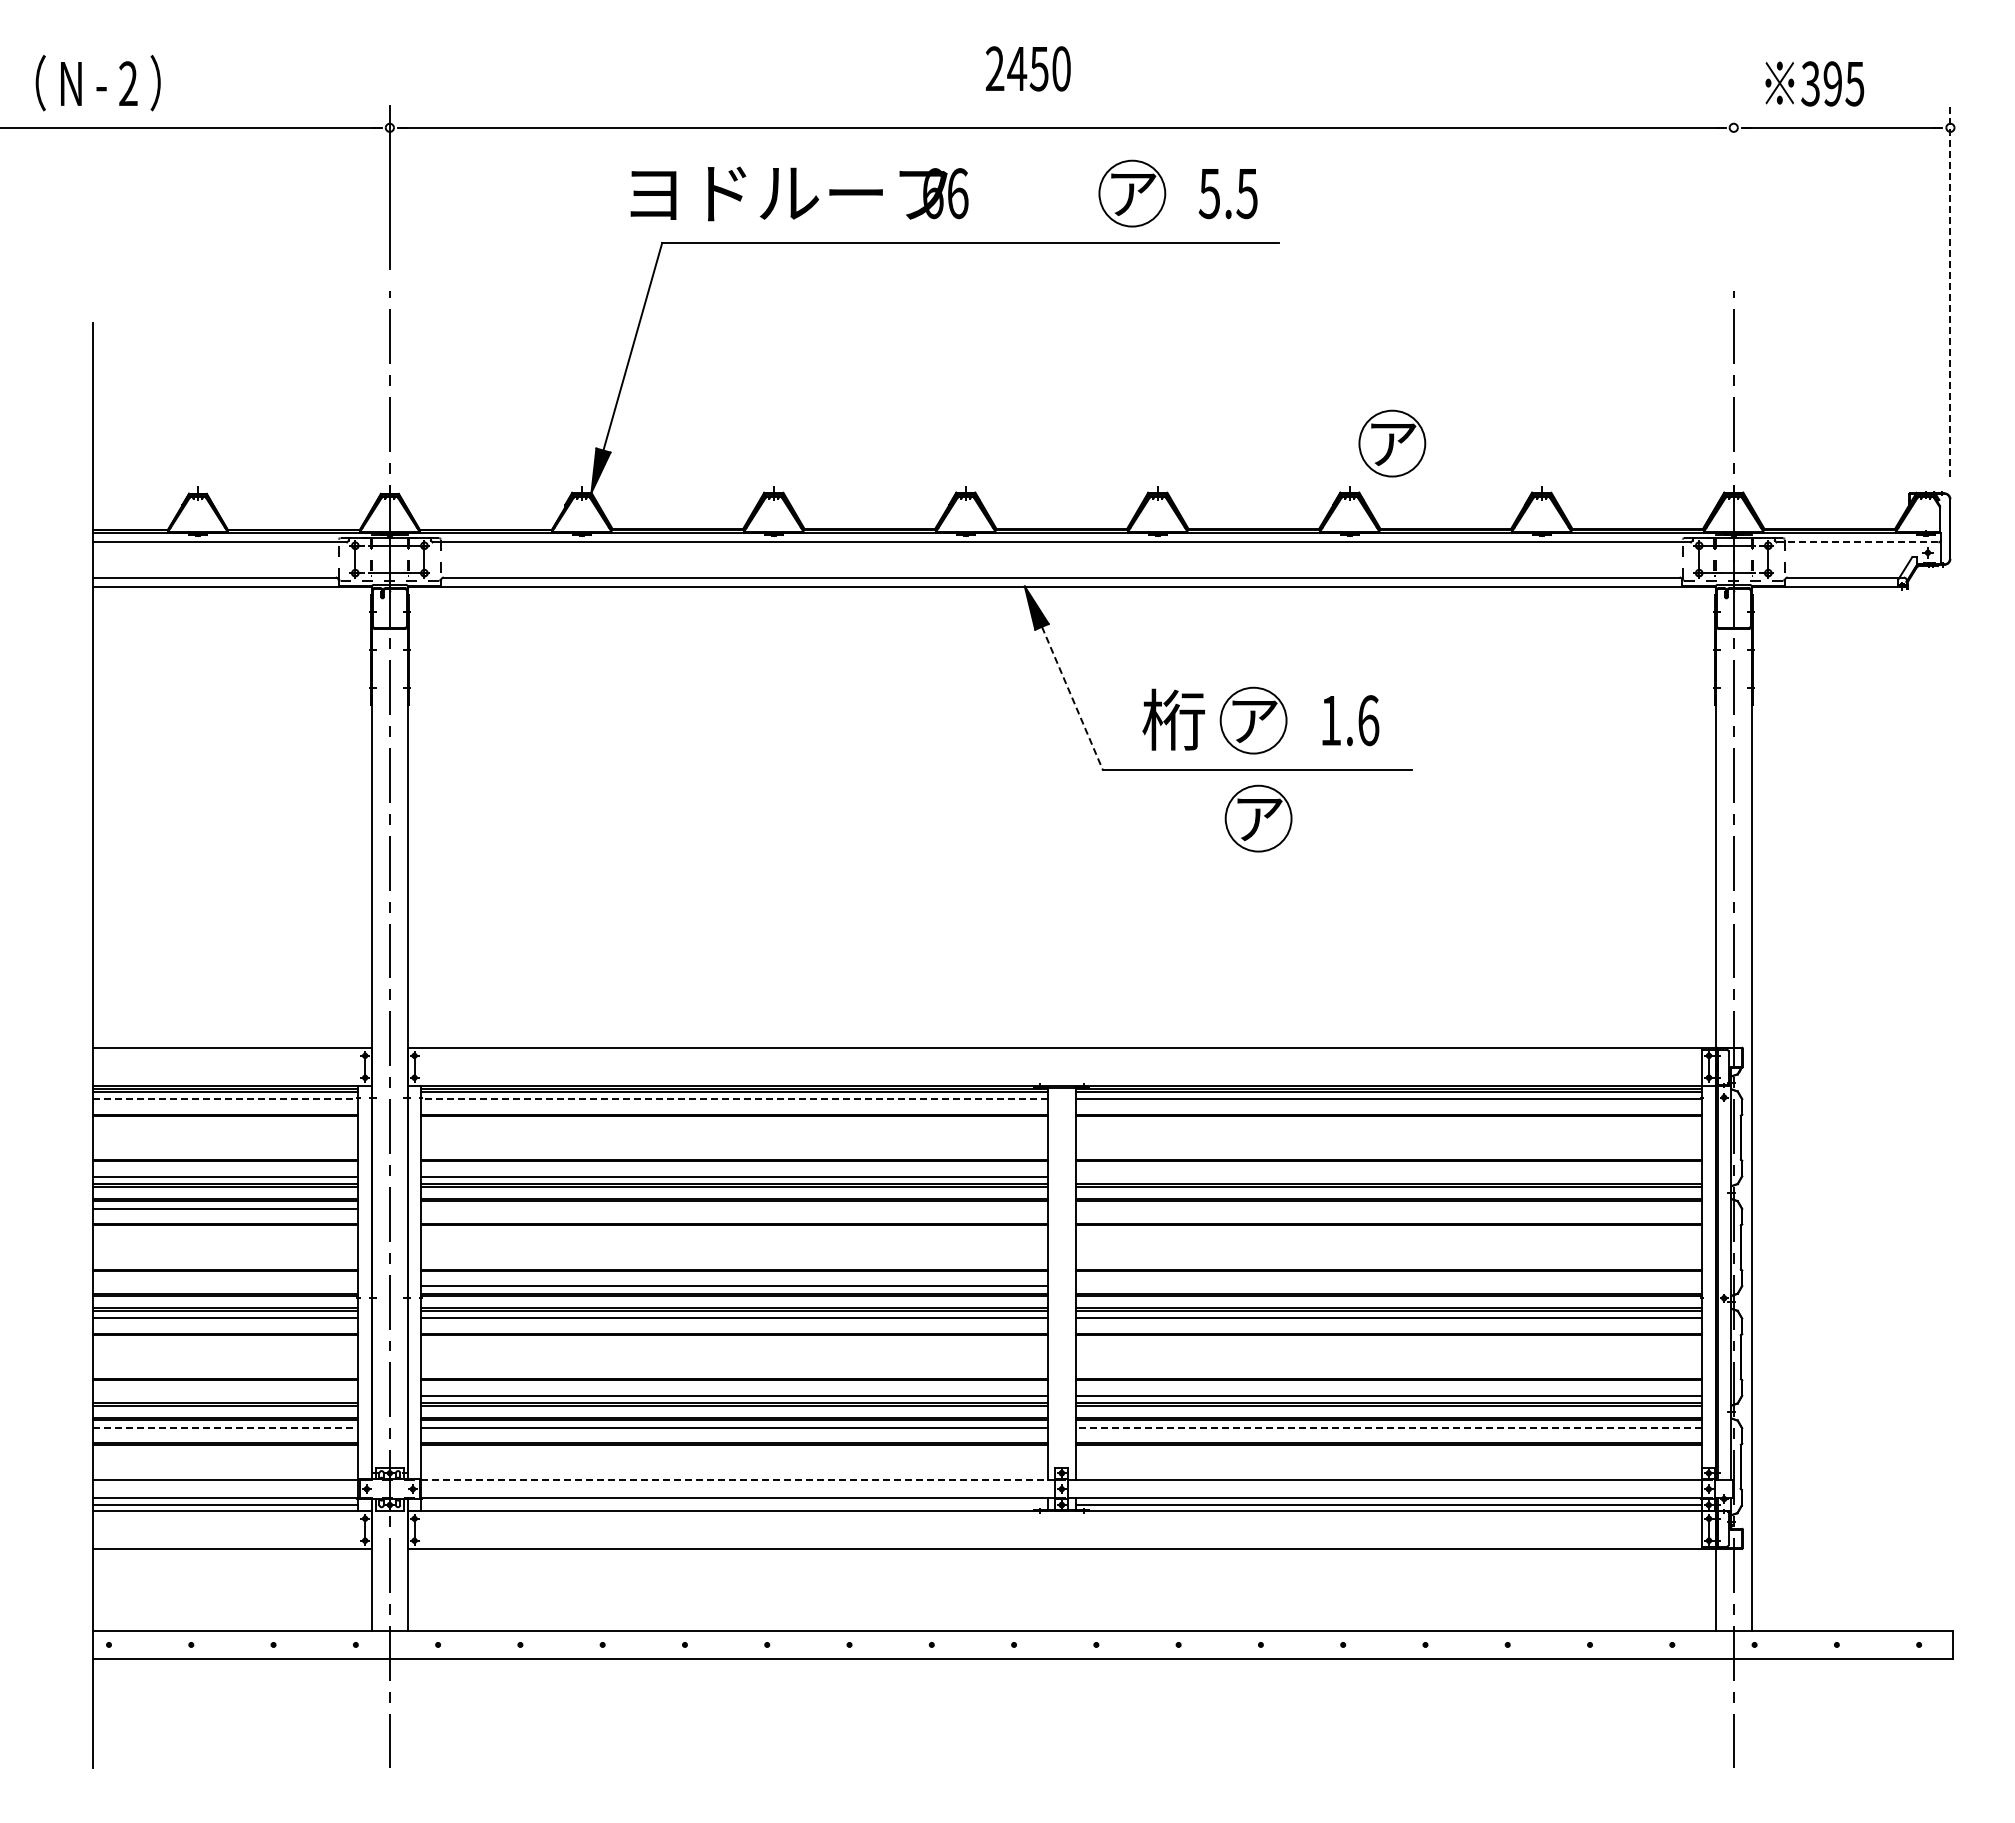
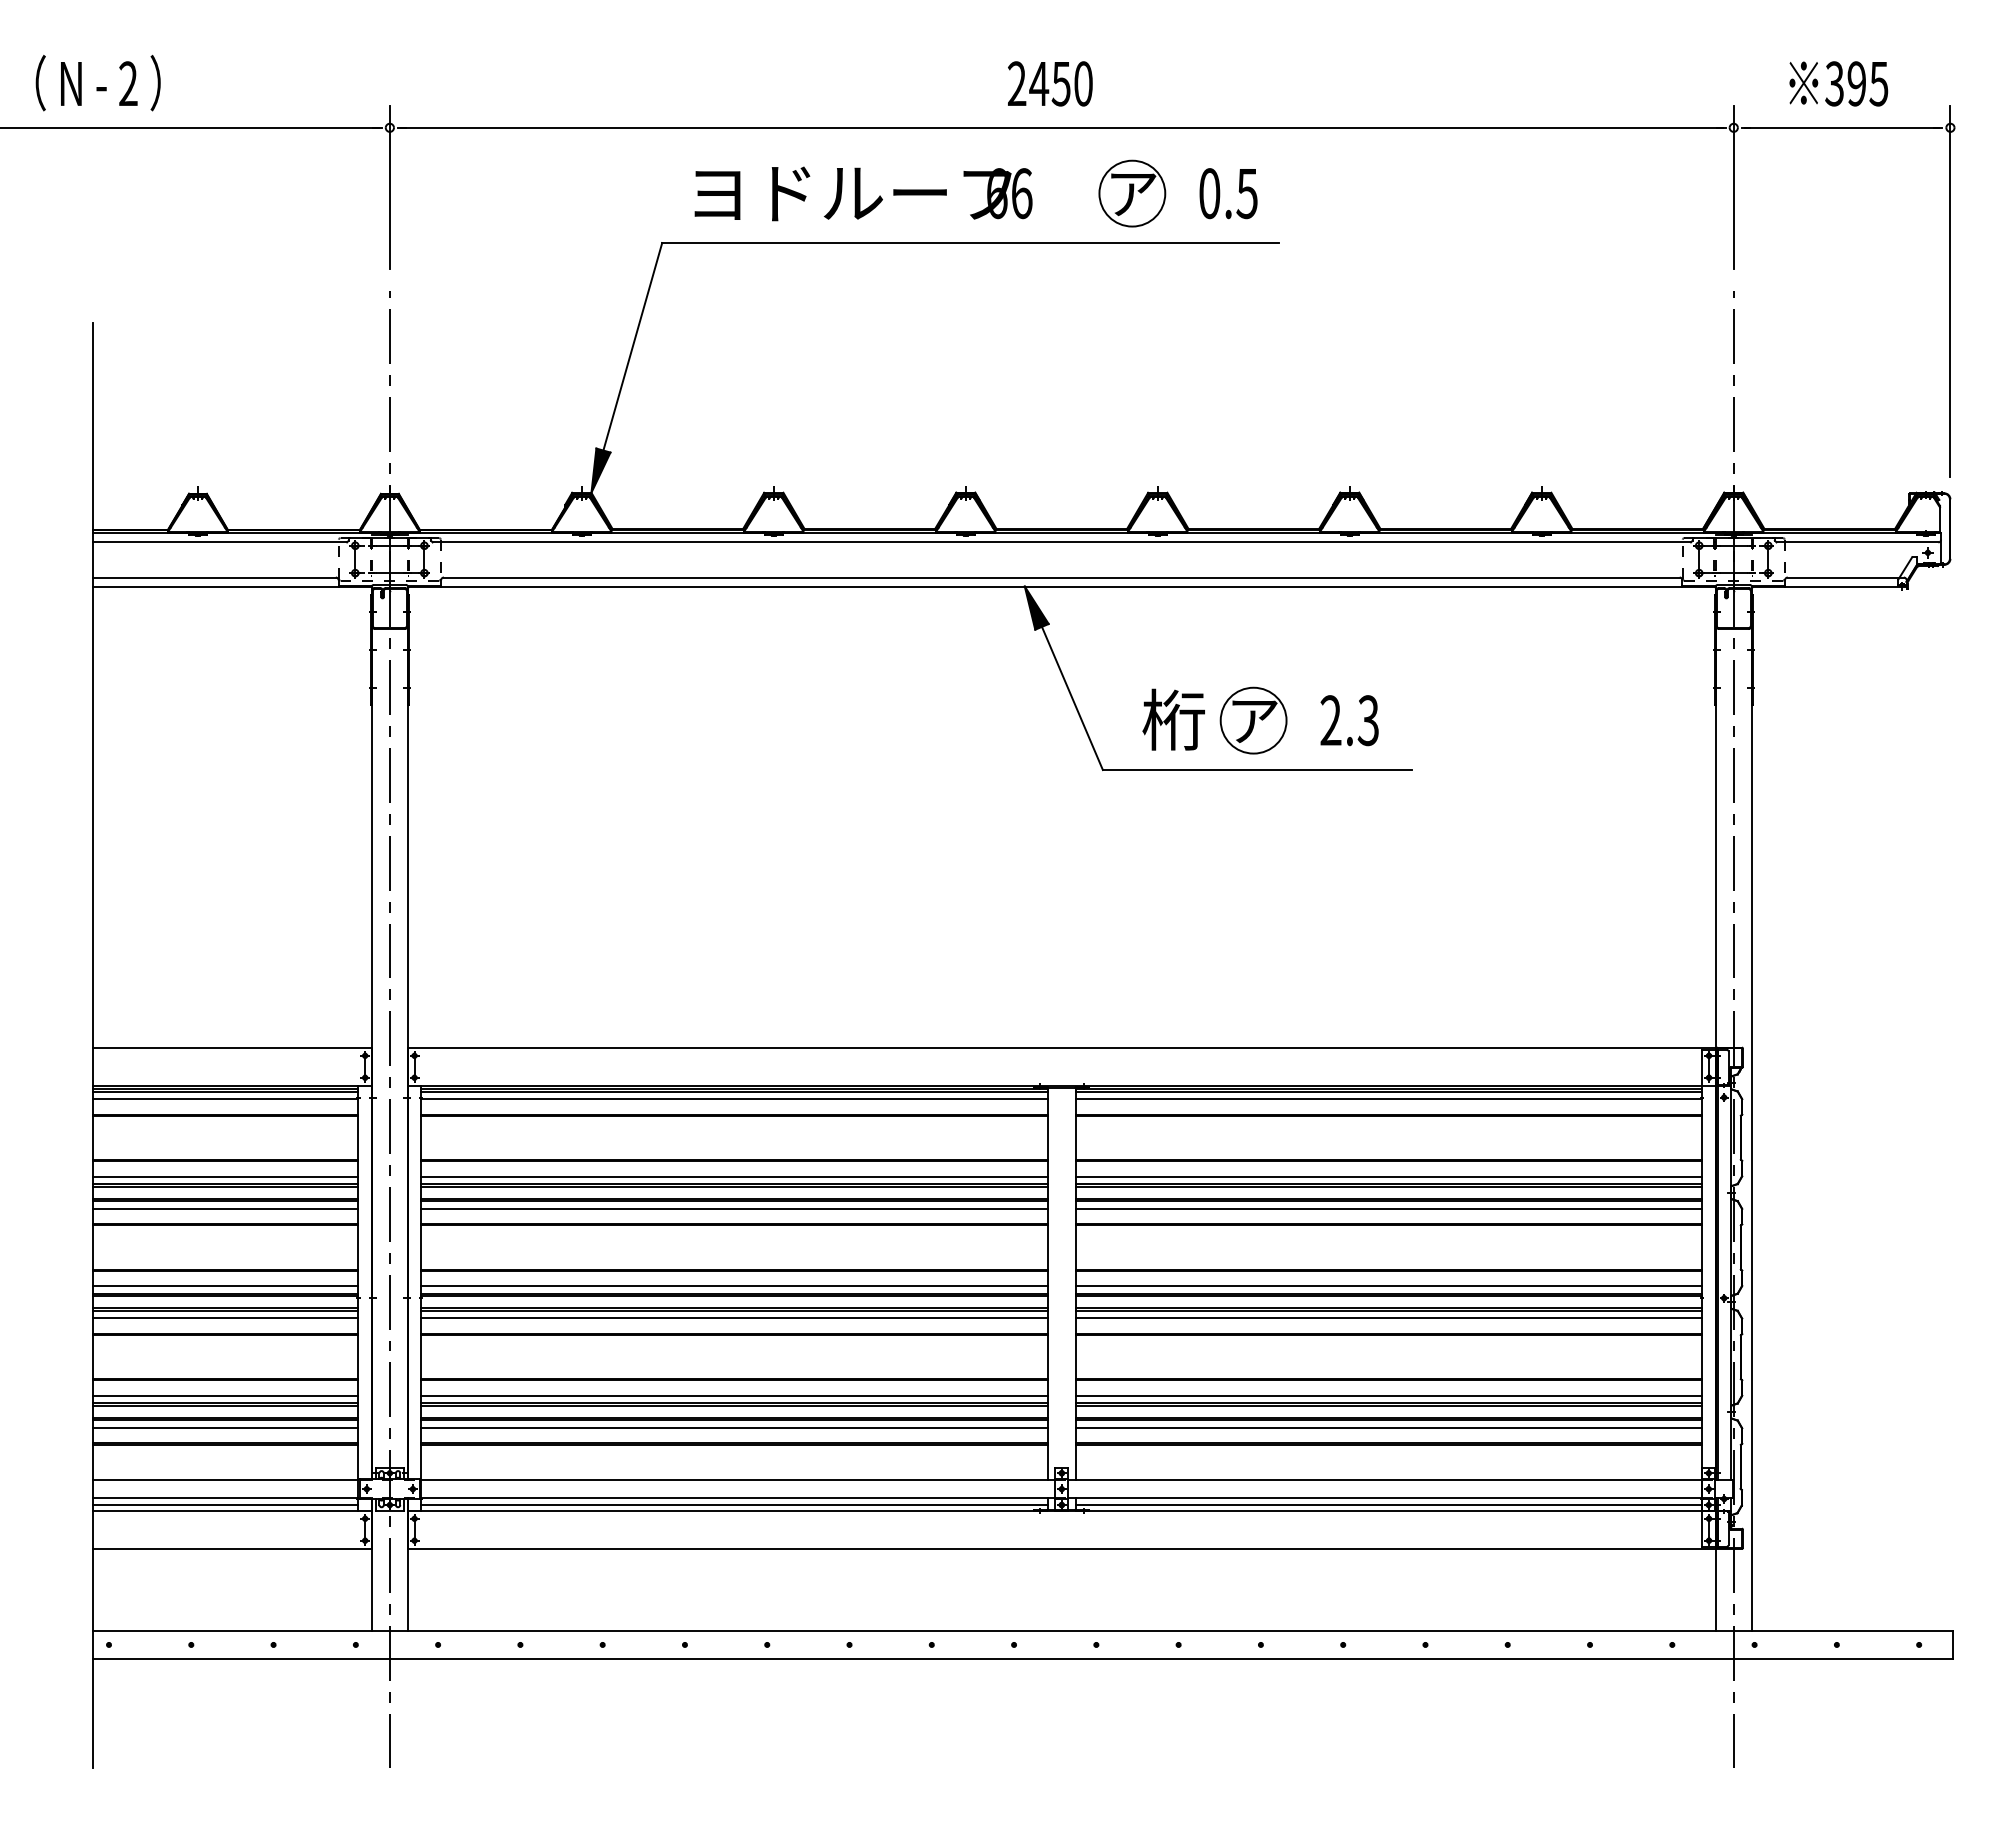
text at (1028, 68) position: (1028, 68) -> (1050, 83)
text at (1814, 83) position: (1814, 83) -> (1838, 83)
line at (1733, 187): none -> present
text at (799, 193) position: (799, 193) -> (863, 193)
text at (1209, 193): 5.5 -> 0.5
line at (1950, 291): dashed -> solid
part at (1392, 443): present -> none
line at (1857, 542): dashed -> solid
line at (1072, 698): dashed -> solid
text at (1349, 720): 1.6 -> 2.3
part at (1258, 818): present -> none
line at (226, 1099): dashed -> solid
line at (734, 1099): dashed -> solid
line at (1388, 1176): none -> present
line at (734, 1208): none -> present
line at (1388, 1208): none -> present
line at (225, 1286): none -> present
line at (1388, 1286): none -> present
line at (225, 1395): none -> present
line at (226, 1427): dashed -> solid
line at (1388, 1427): dashed -> solid
line at (738, 1480): dashed -> solid
line at (734, 1505): none -> present
